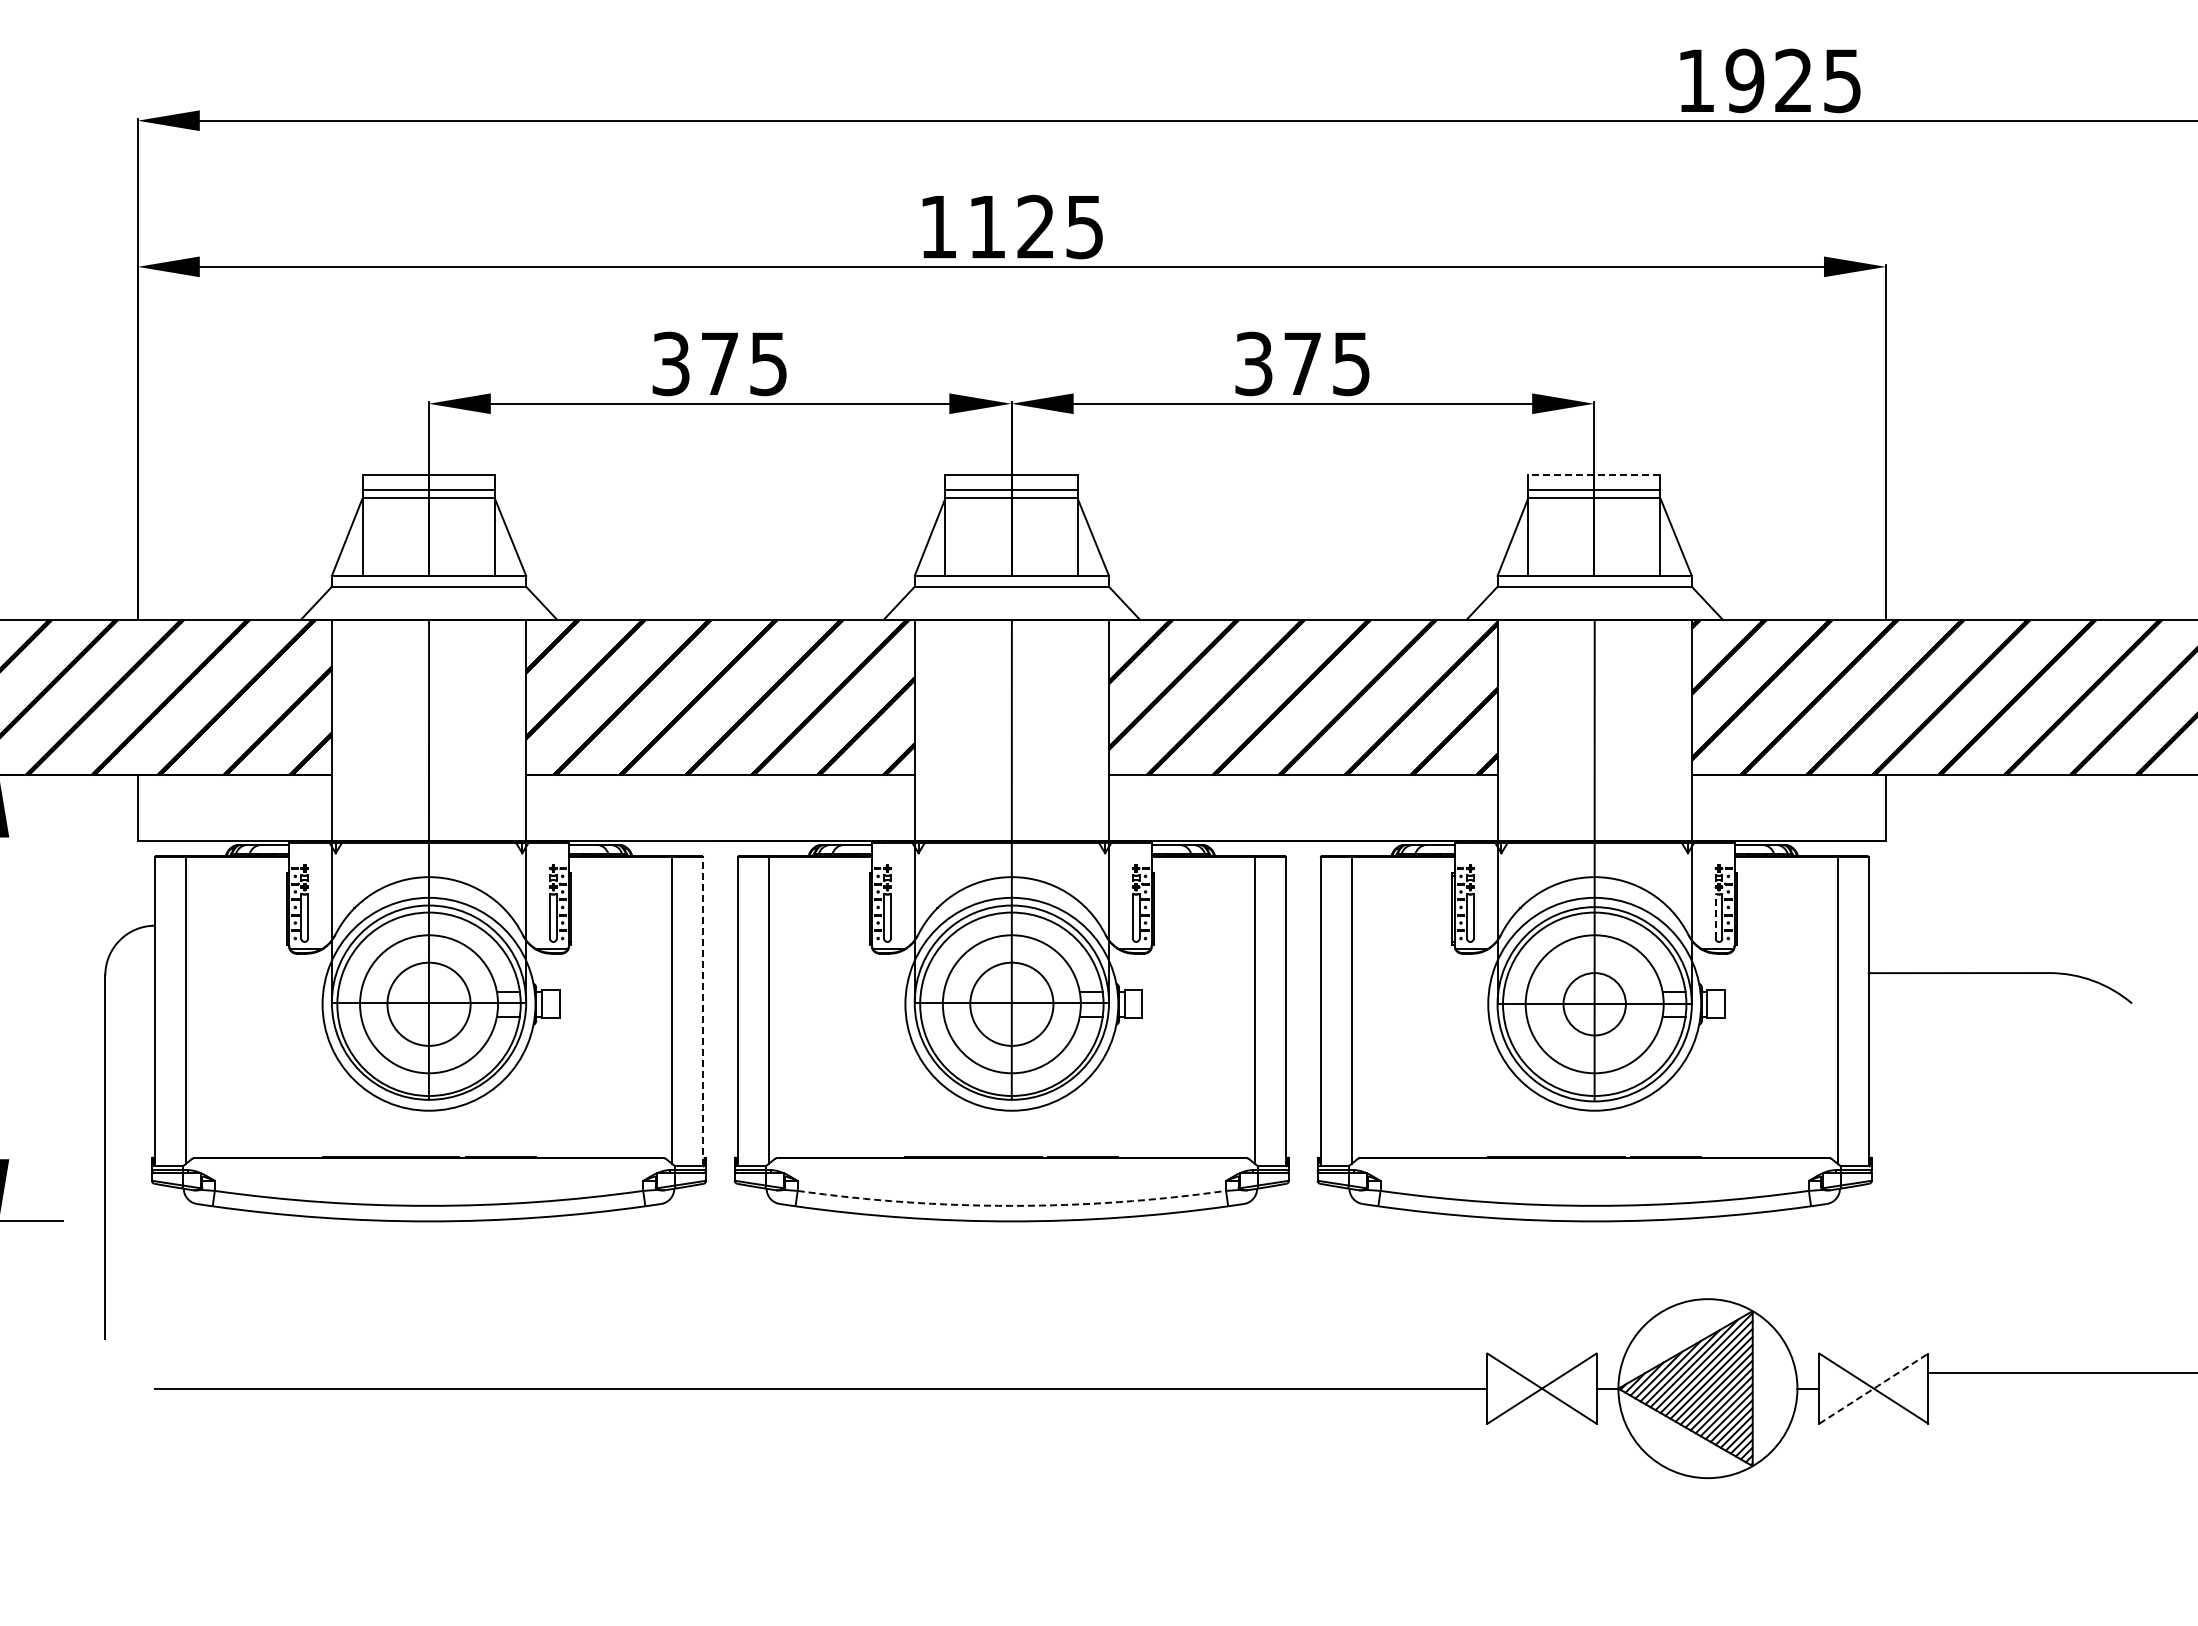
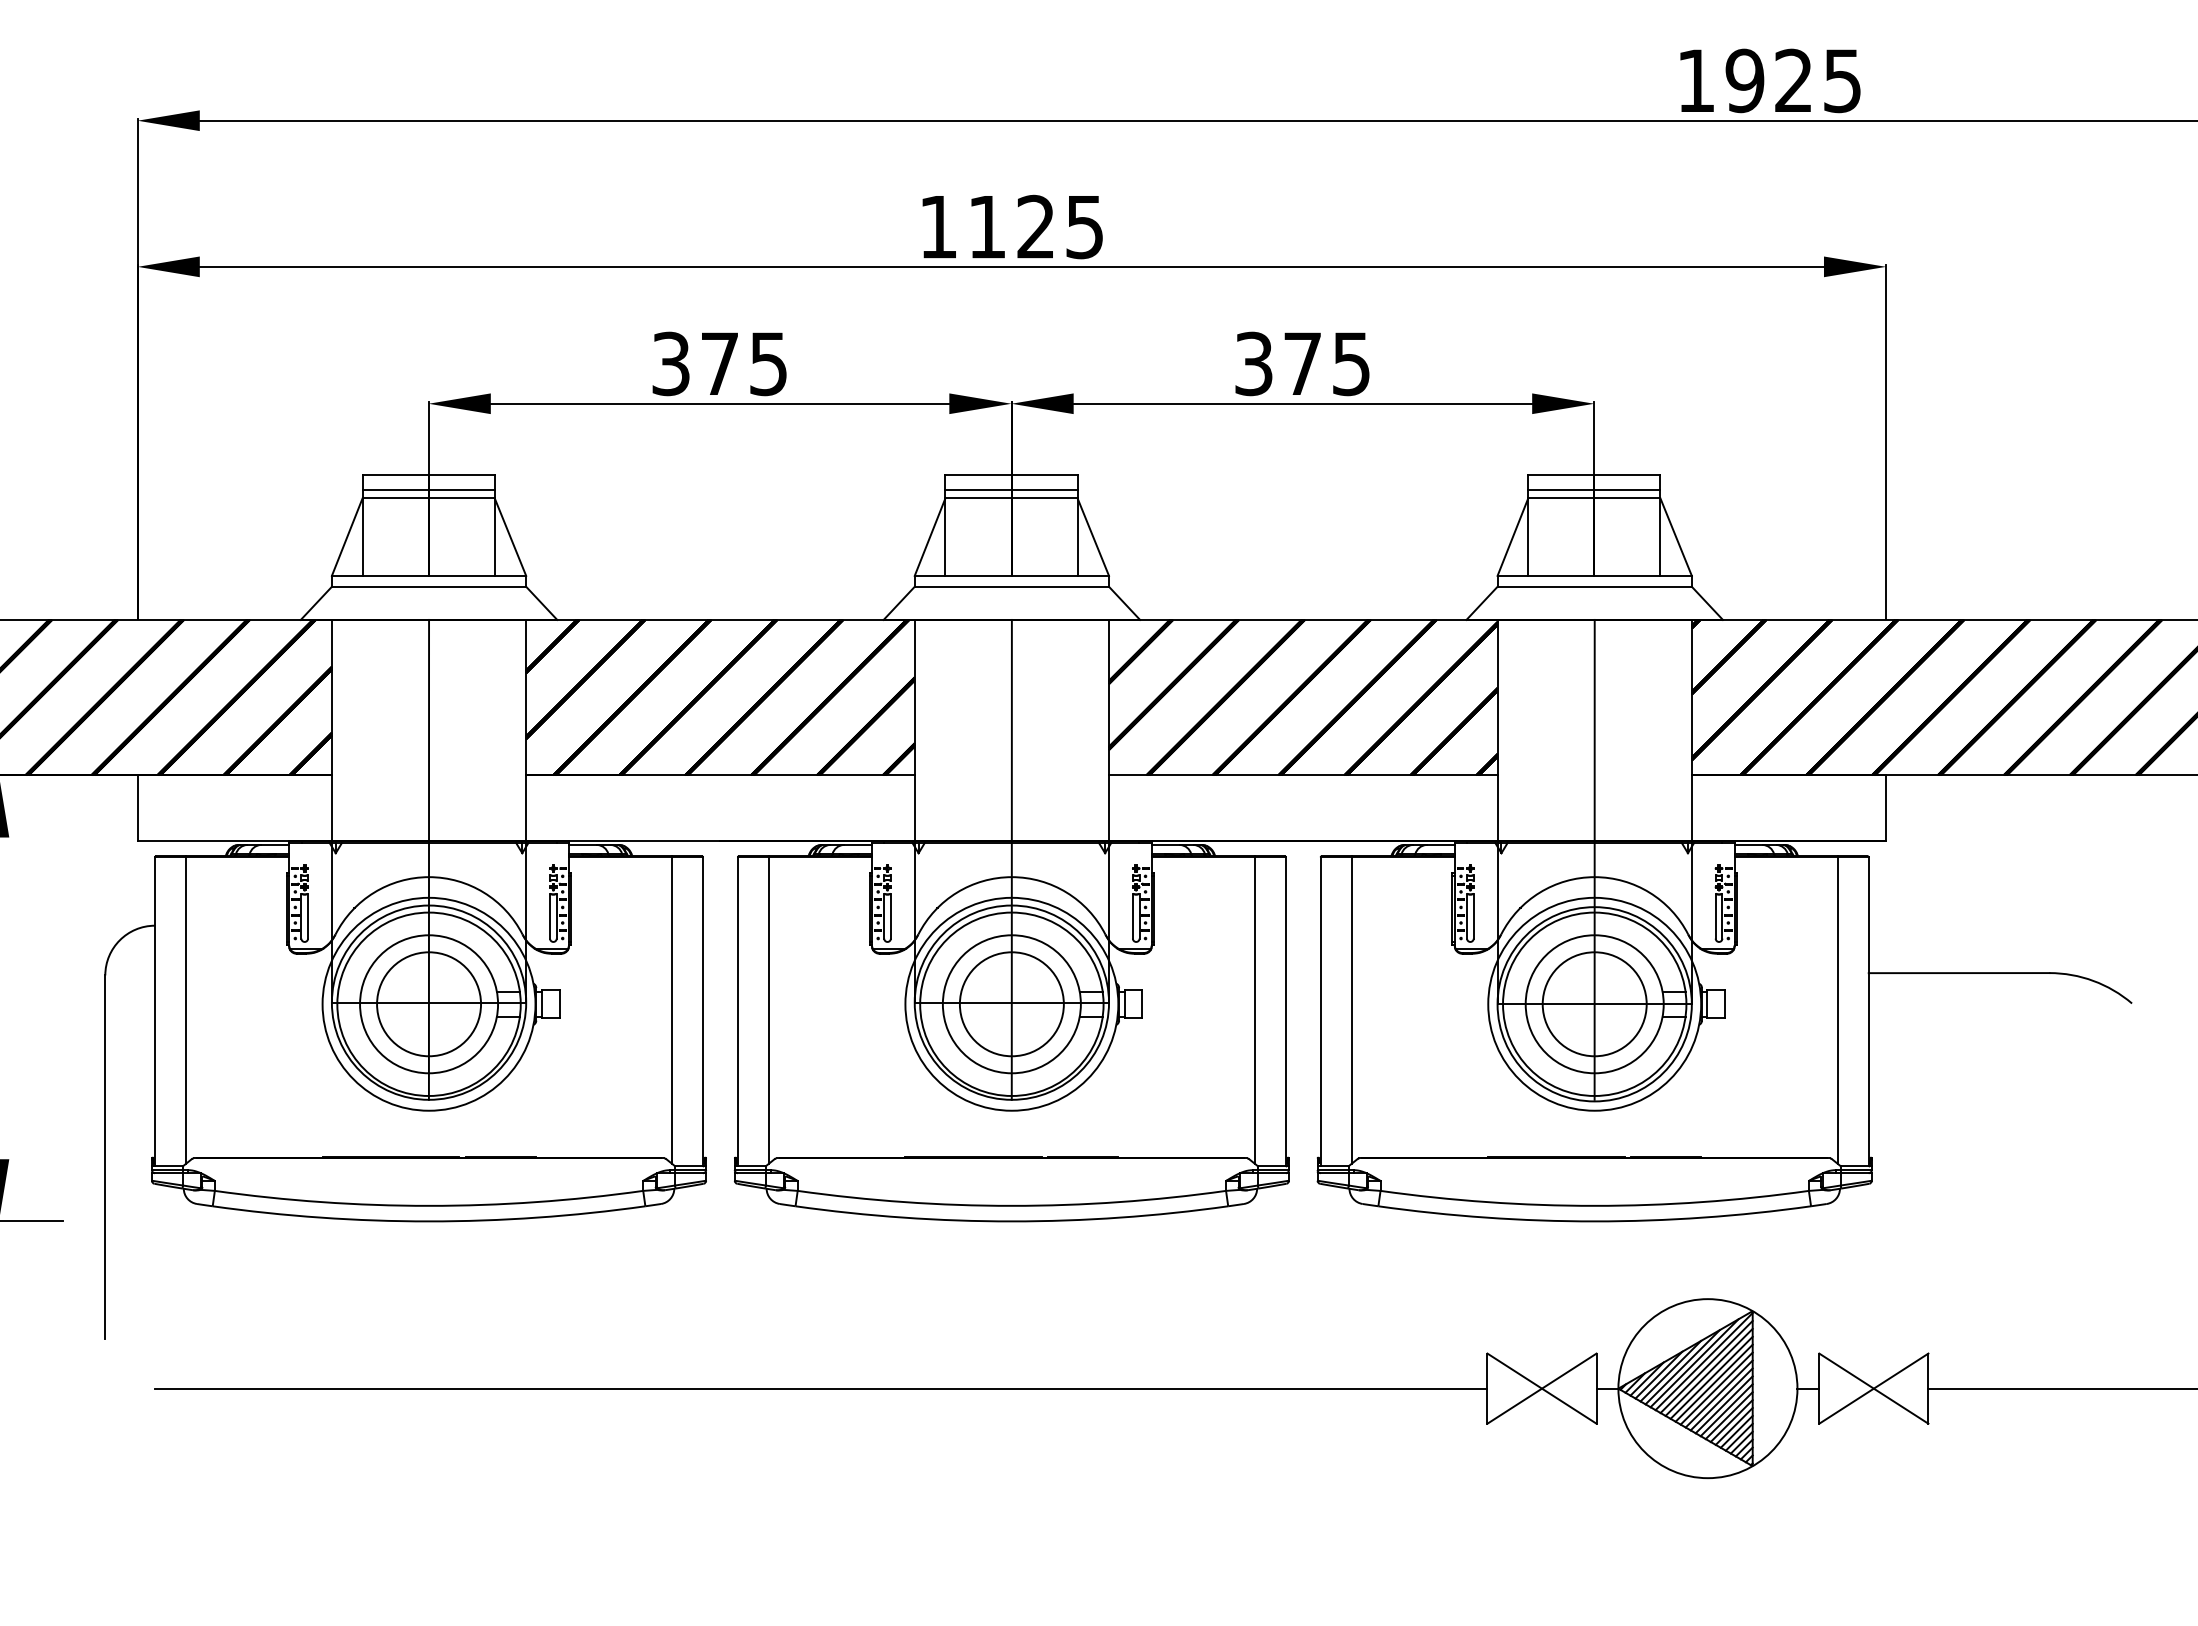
line at (1593, 474): dashed -> solid
line at (1715, 916): dashed -> solid
circle at (428, 1003) diameter: 83 px -> 104 px
circle at (1011, 1003) diameter: 83 px -> 104 px
circle at (1594, 1004) diameter: 62 px -> 104 px
line at (703, 1011): dashed -> solid
arc at (1011, 1205): dashed -> solid
line at (2061, 1372) position: (2061, 1372) -> (2061, 1388)
line at (1873, 1388): dashed -> solid
